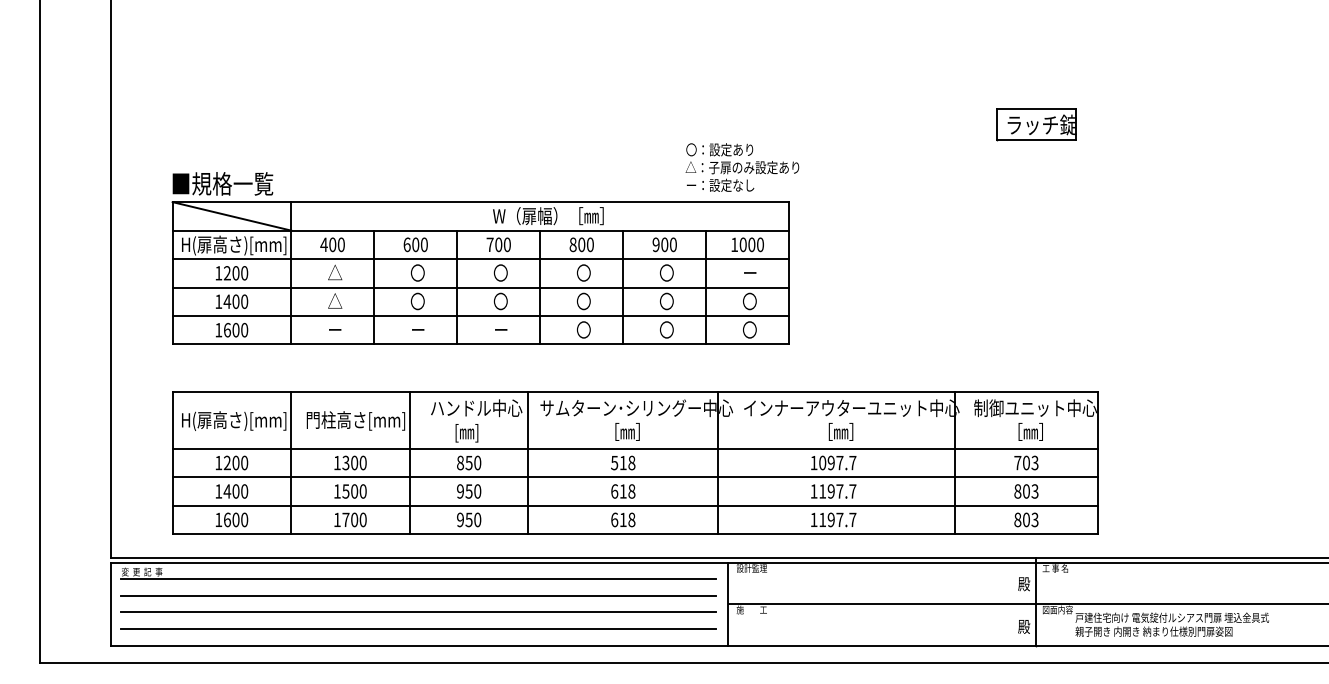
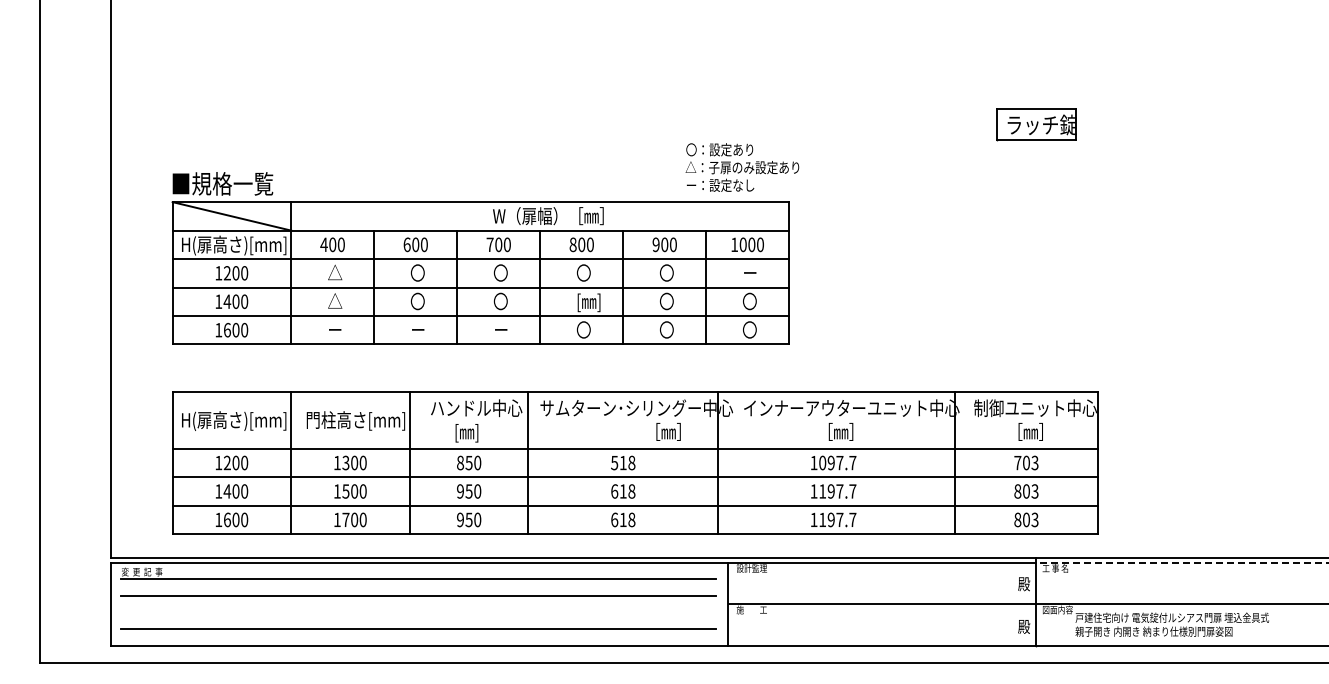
text at (588, 302): 〇 -> [㎜]
text at (627, 431) position: (627, 431) -> (668, 431)
line at (1181, 562): solid -> dashed
line at (418, 612): present -> none
